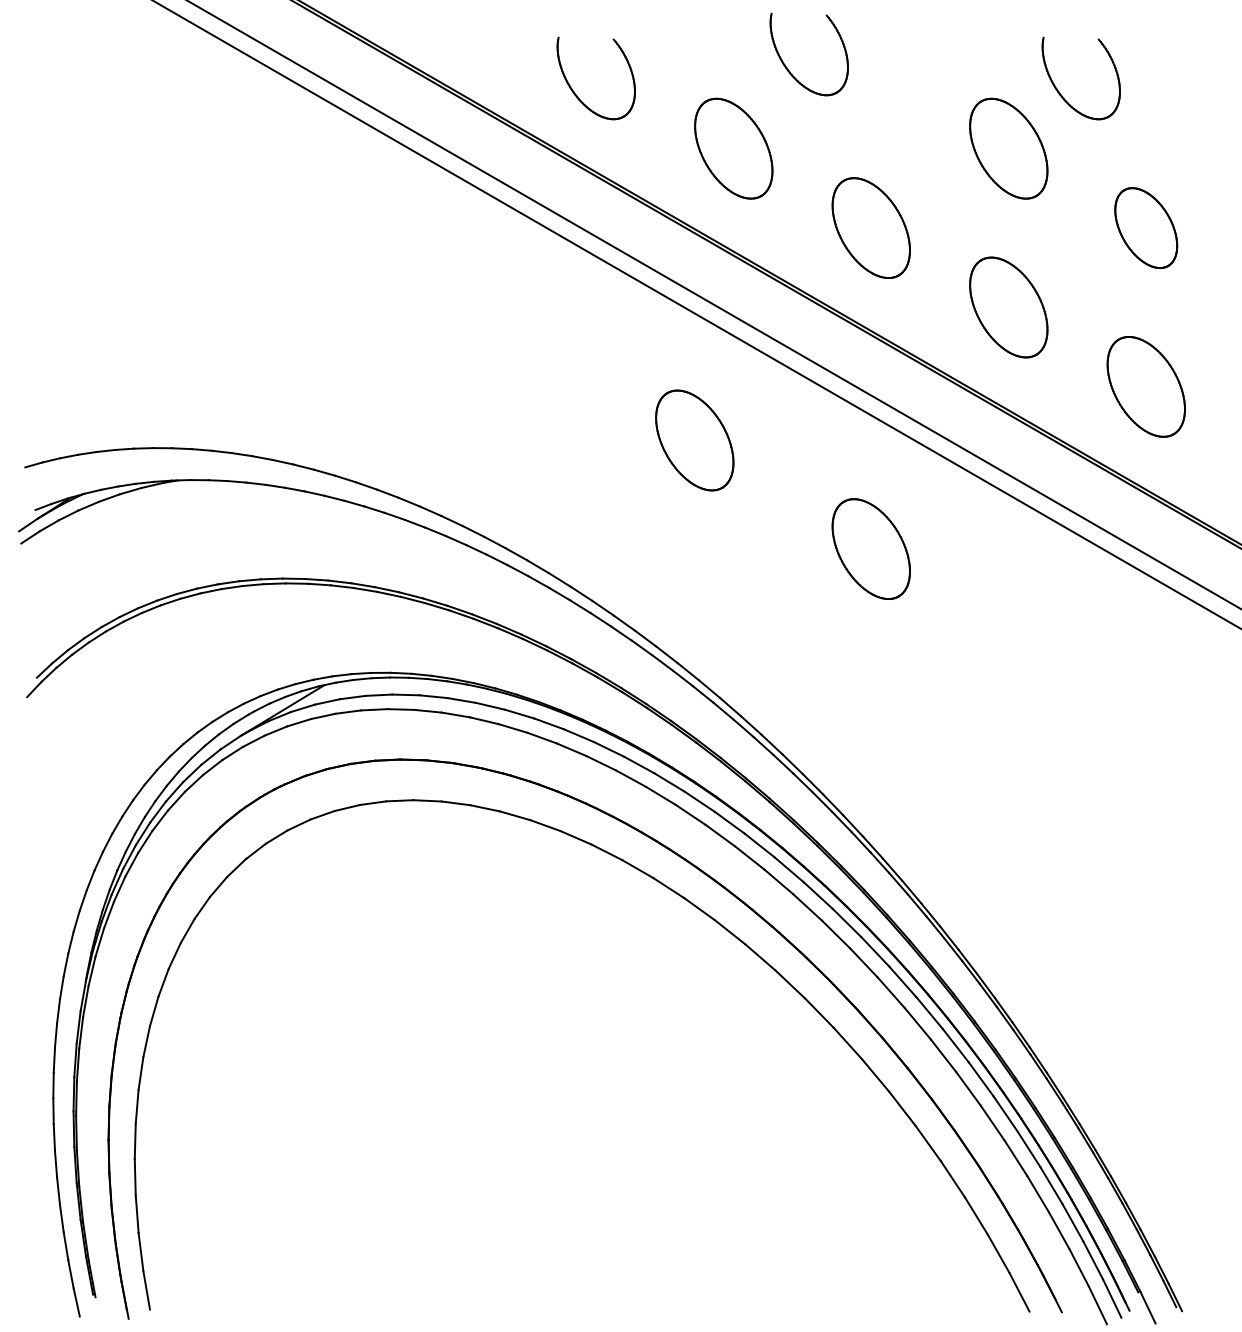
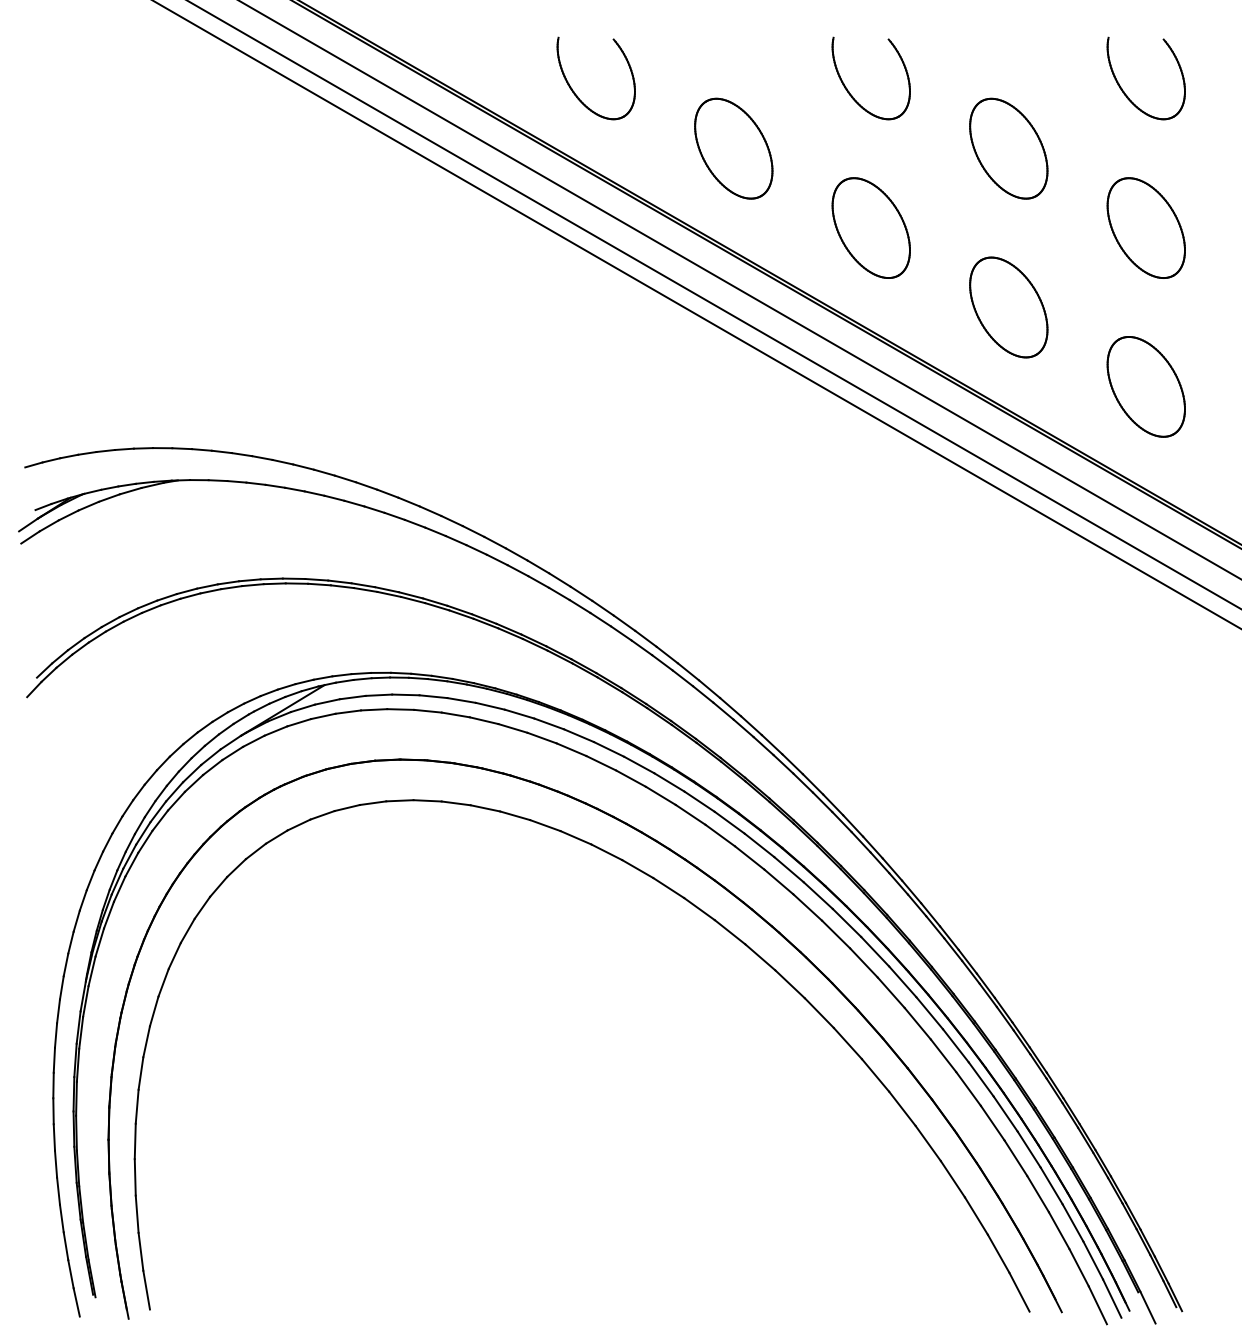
part at (787, 67) position: (787, 67) -> (849, 91)
part at (1059, 91) position: (1059, 91) -> (1124, 91)
part at (1146, 227) size: 65x82 px -> 80x102 px
line at (739, 289): none -> present
part at (694, 440): present -> none
part at (870, 548): present -> none
